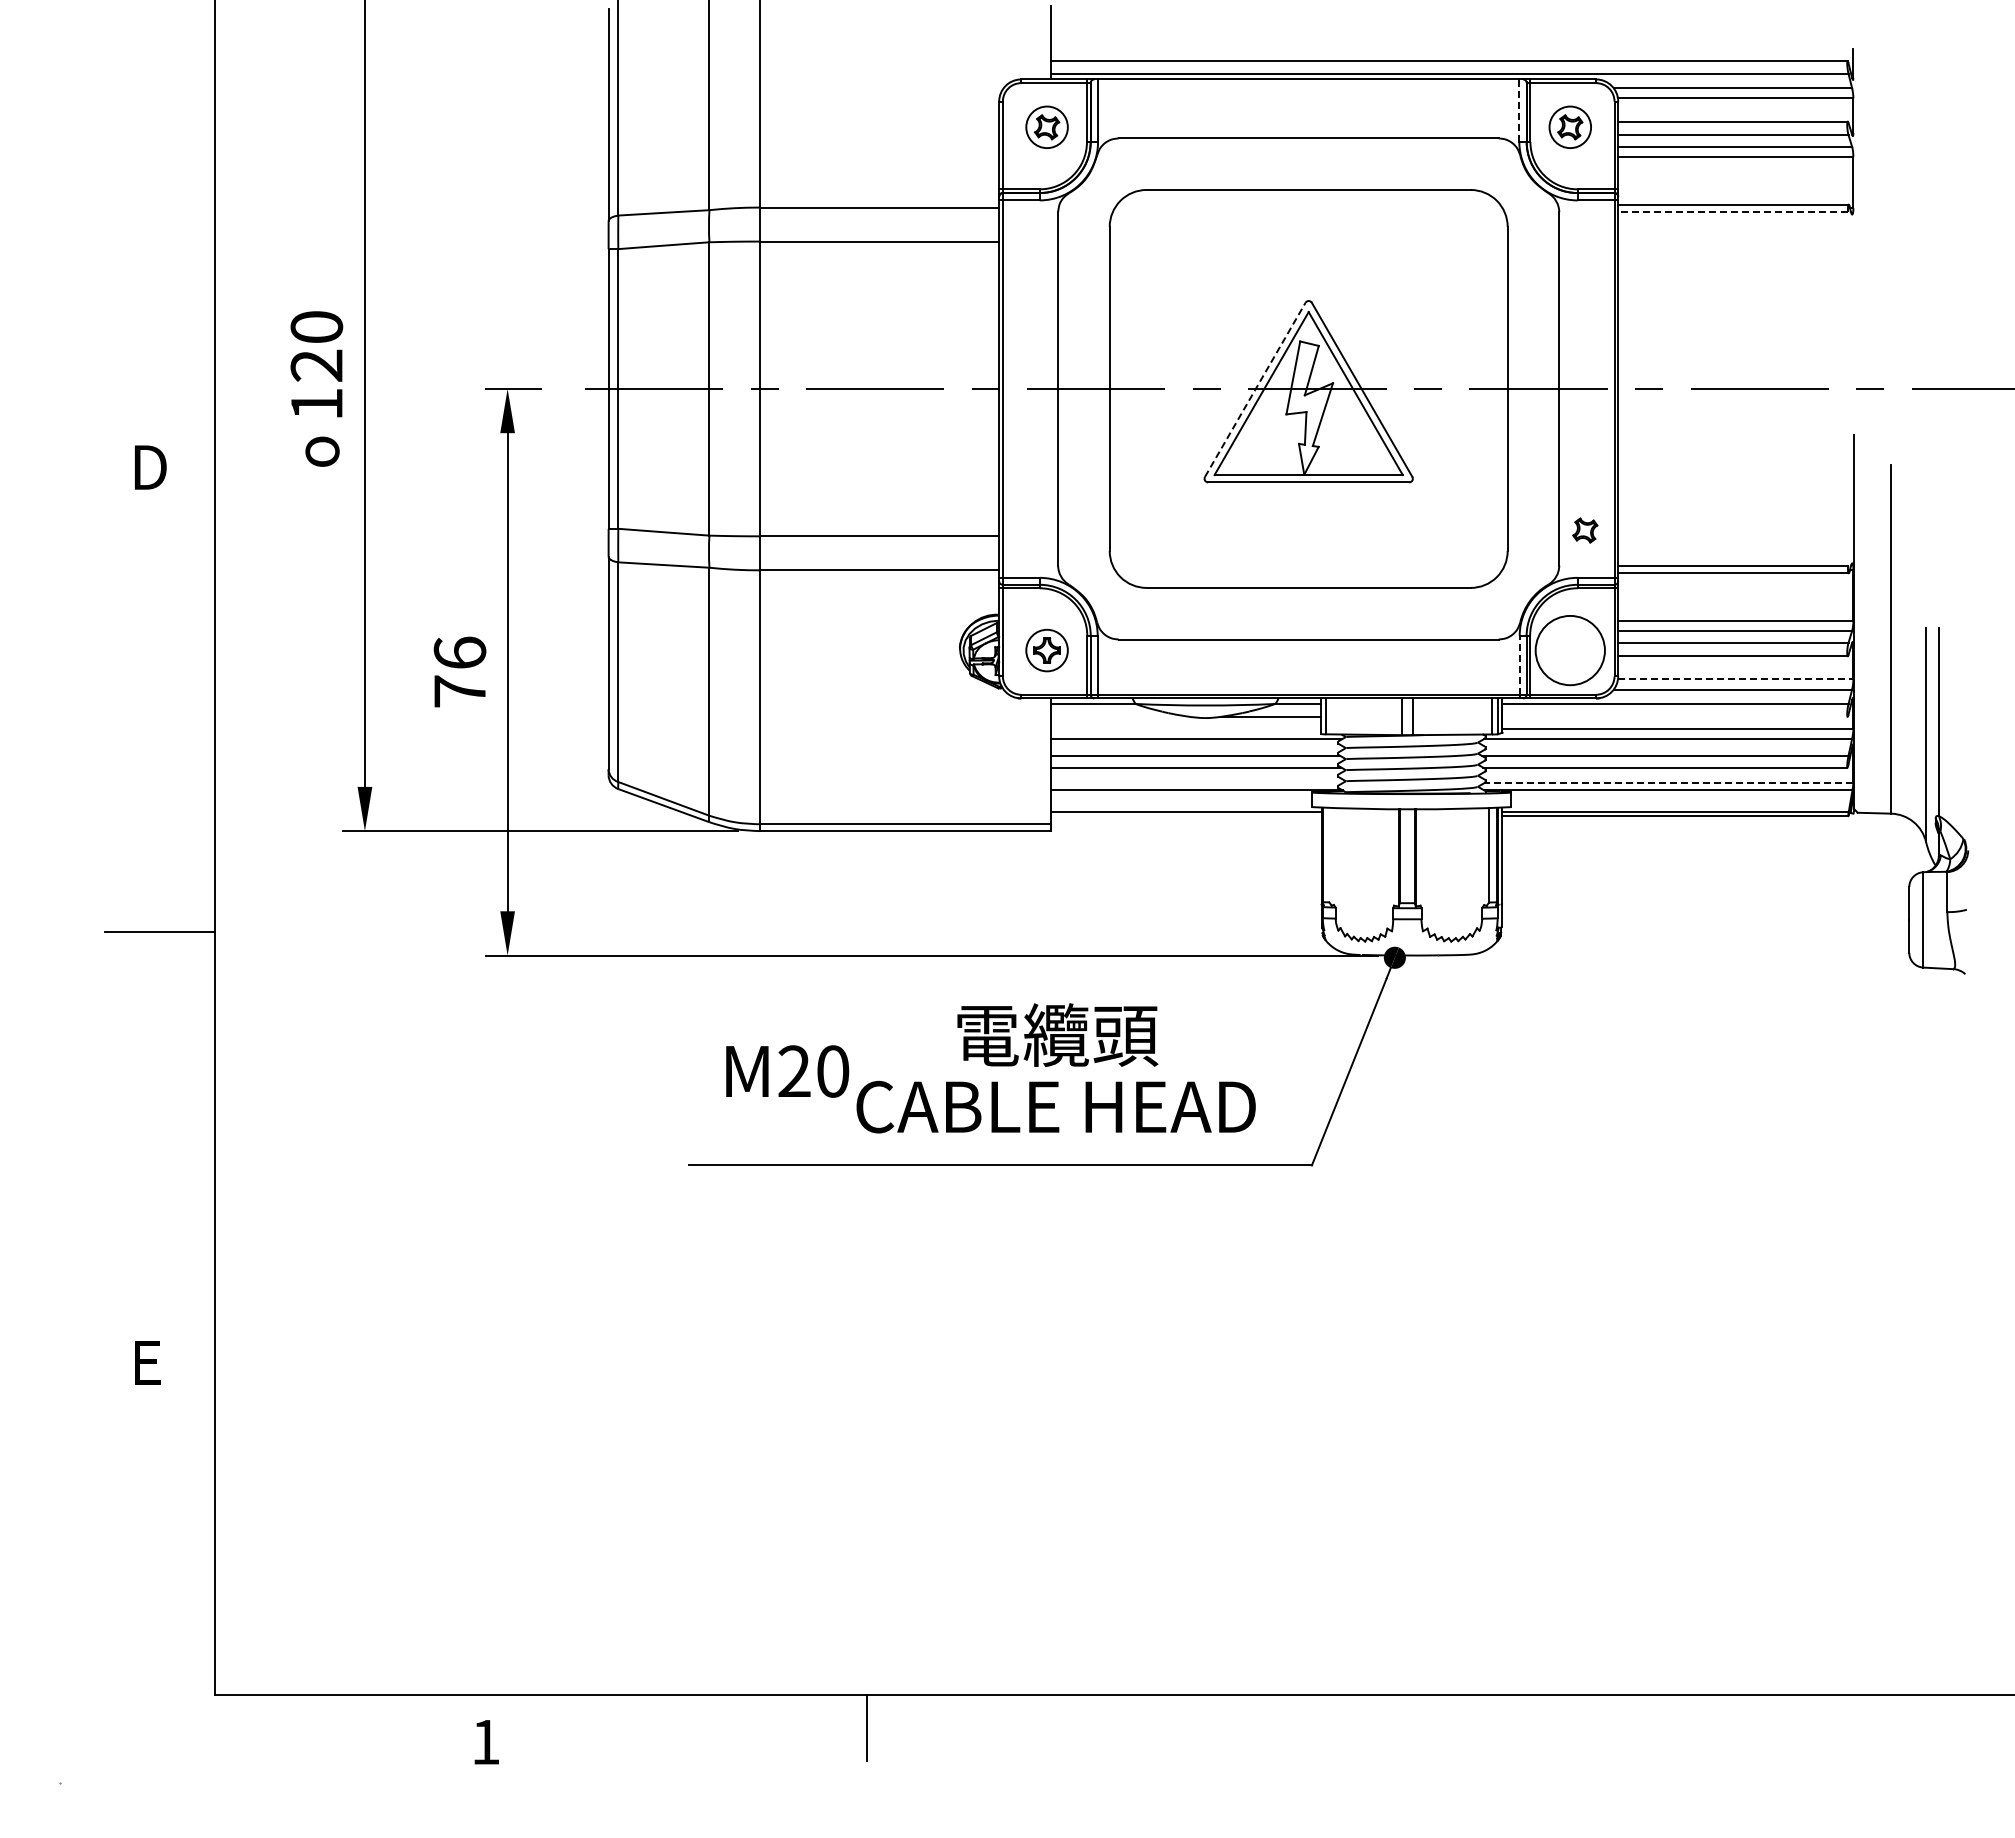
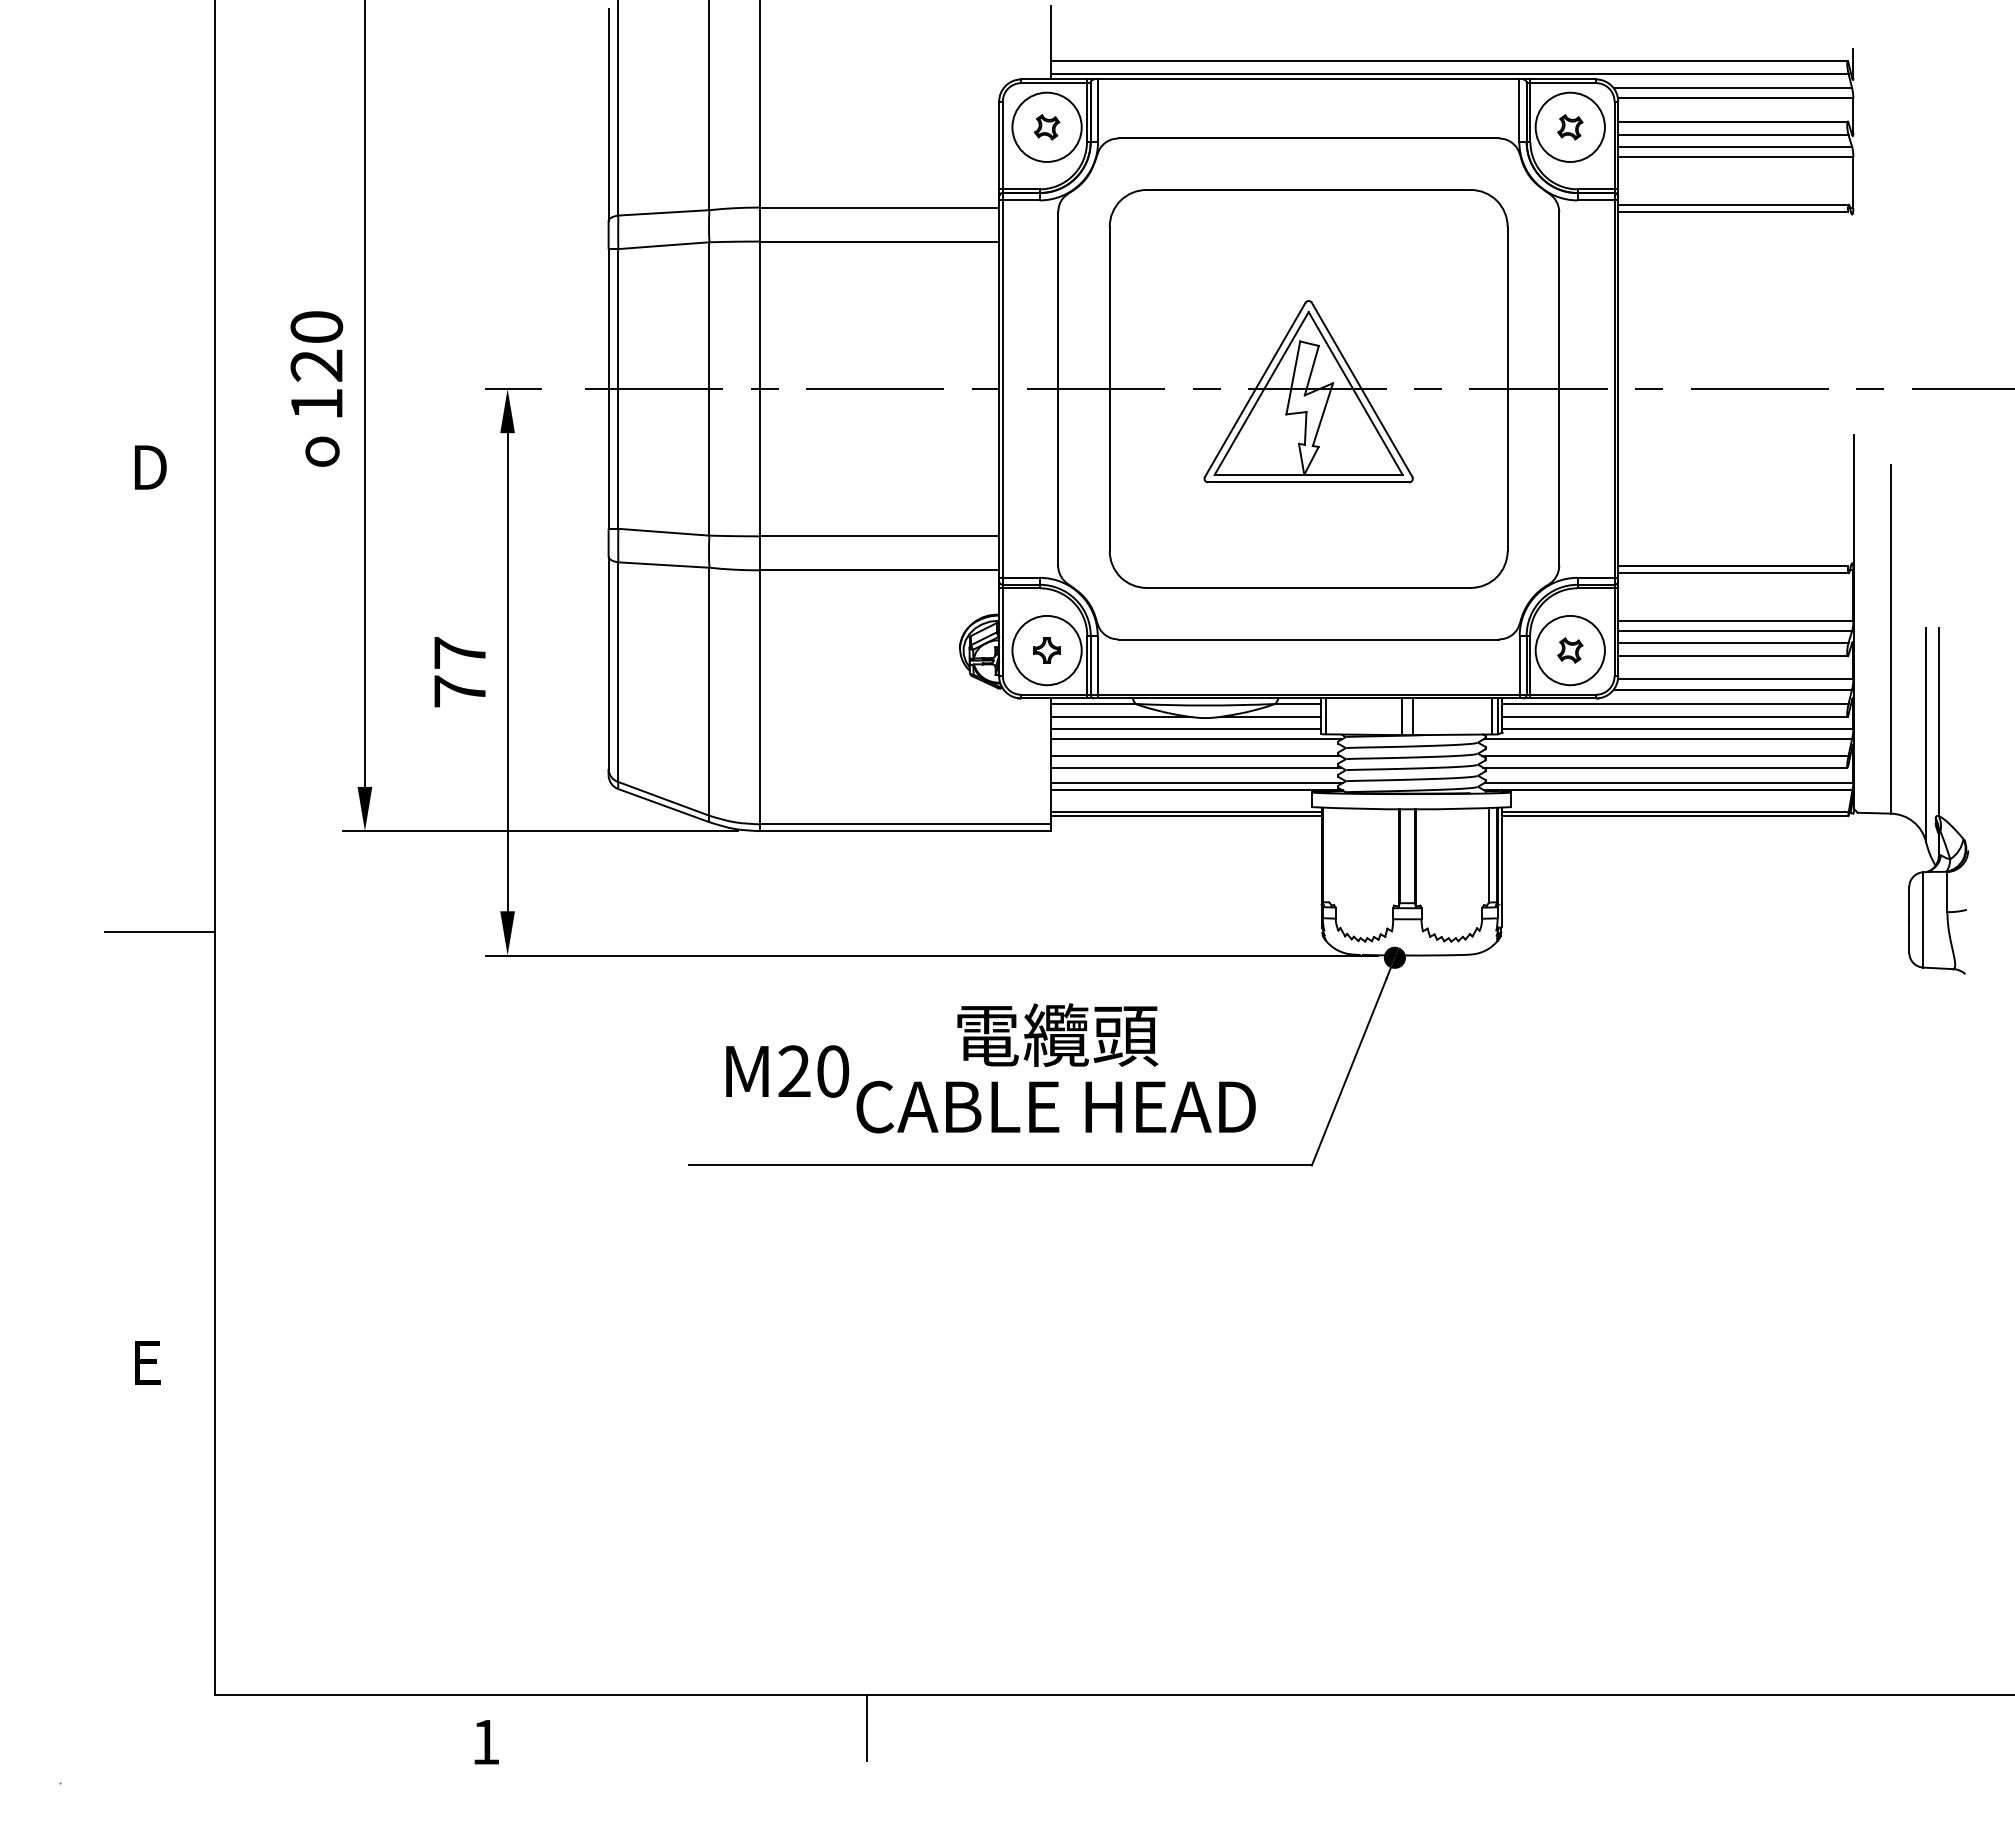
line at (1519, 110): dashed -> solid
circle at (1046, 127) diameter: 42 px -> 69 px
circle at (1570, 127) diameter: 42 px -> 69 px
line at (1733, 212): dashed -> solid
line at (1255, 389): dashed -> solid
part at (1585, 530) position: (1585, 530) -> (1570, 650)
circle at (1046, 650) diameter: 42 px -> 69 px
text at (459, 652): 76 -> 77
line at (1519, 664): dashed -> solid
line at (1735, 679): dashed -> solid
line at (1121, 716): none -> present
line at (1674, 716): none -> present
line at (1185, 729): none -> present
line at (1196, 782): none -> present
line at (1668, 782): dashed -> solid
line at (1185, 816): none -> present
